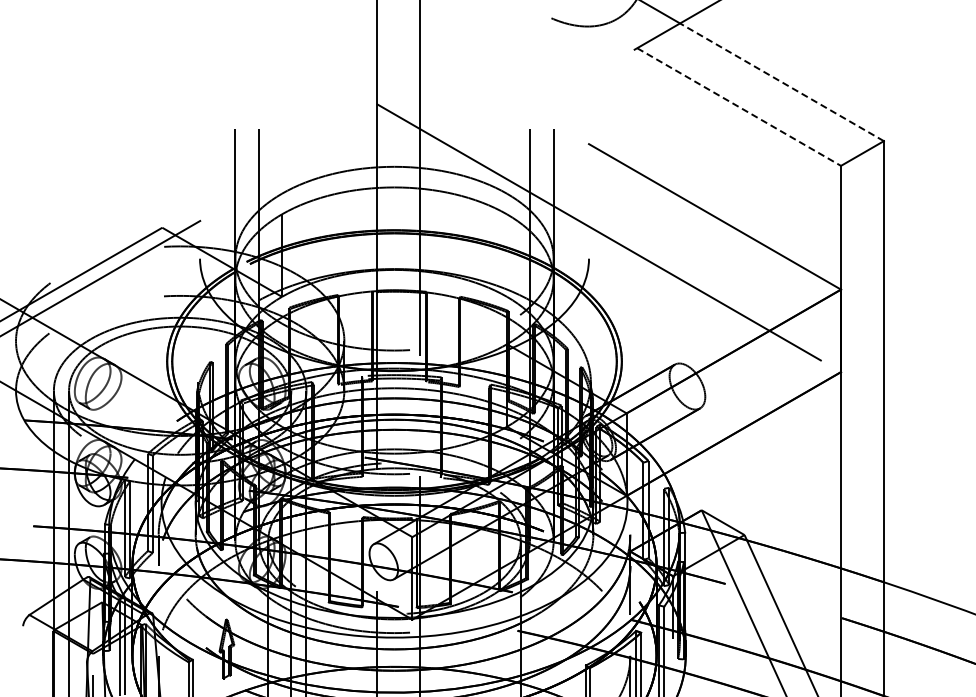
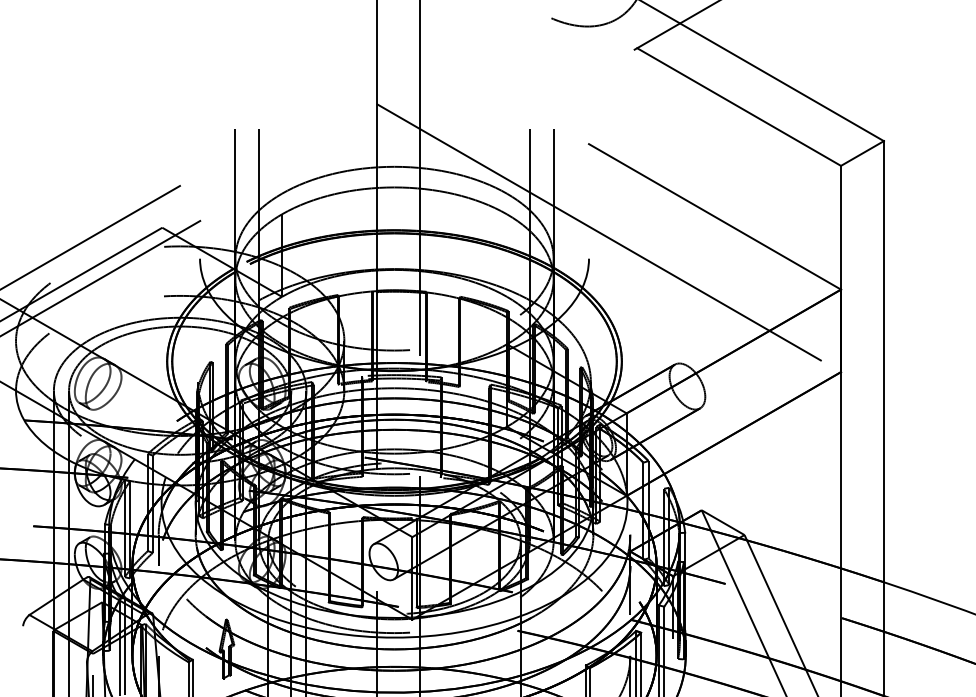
line at (782, 82): dashed -> solid
line at (739, 107): dashed -> solid
line at (91, 236): none -> present
